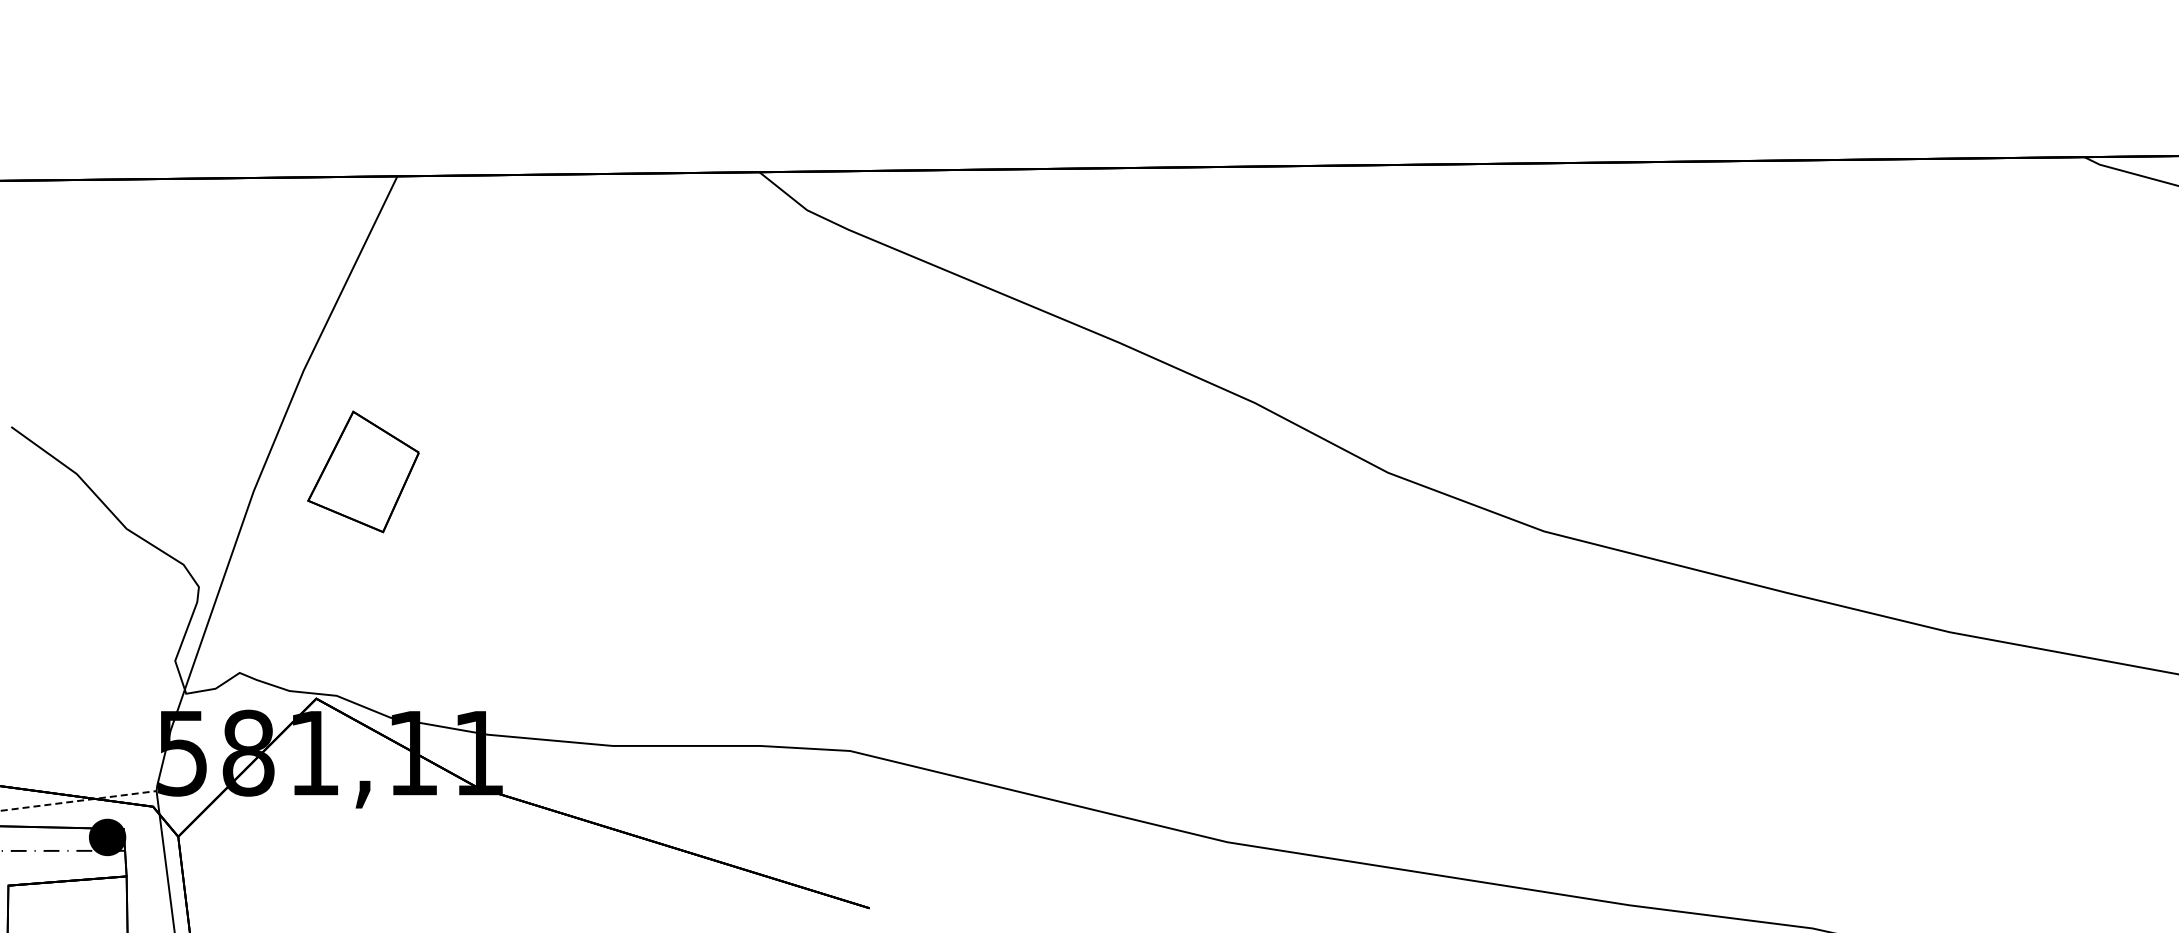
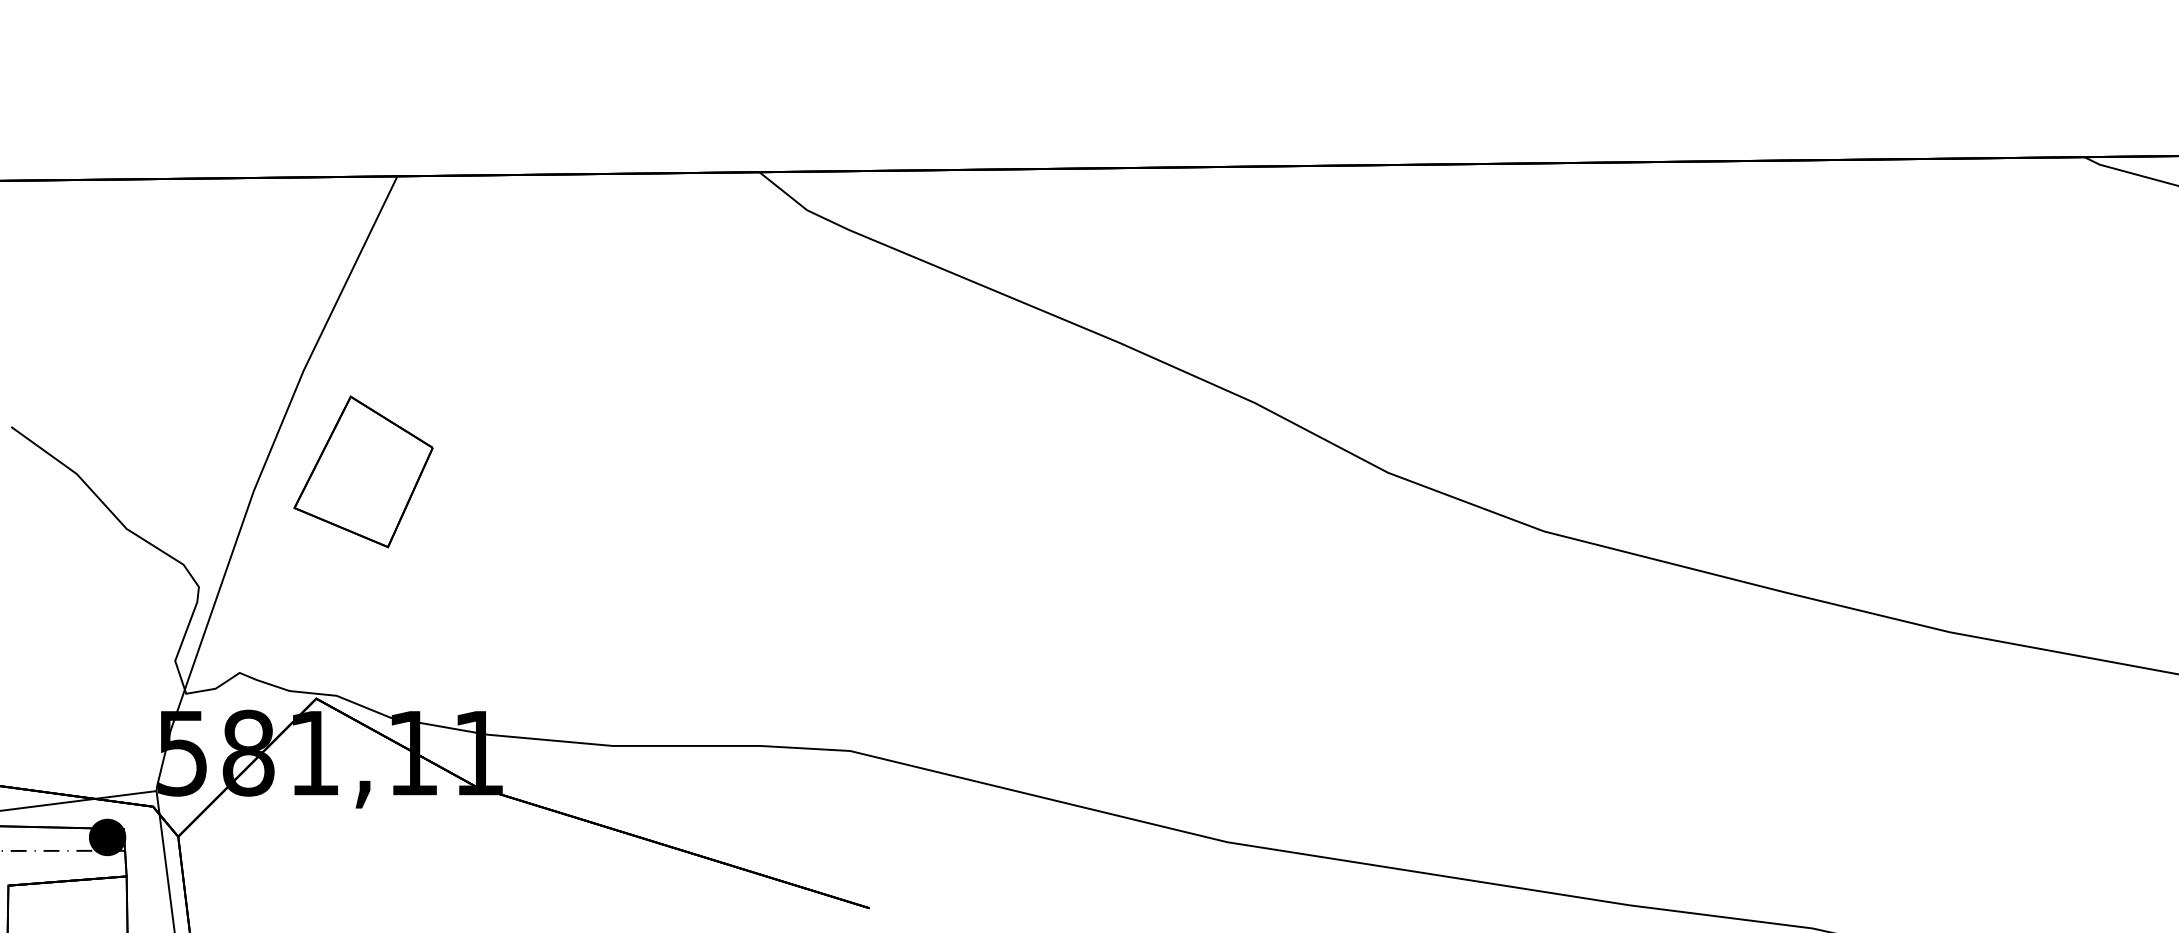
part at (363, 471) size: 113x124 px -> 141x154 px
line at (78, 800): dashed -> solid
